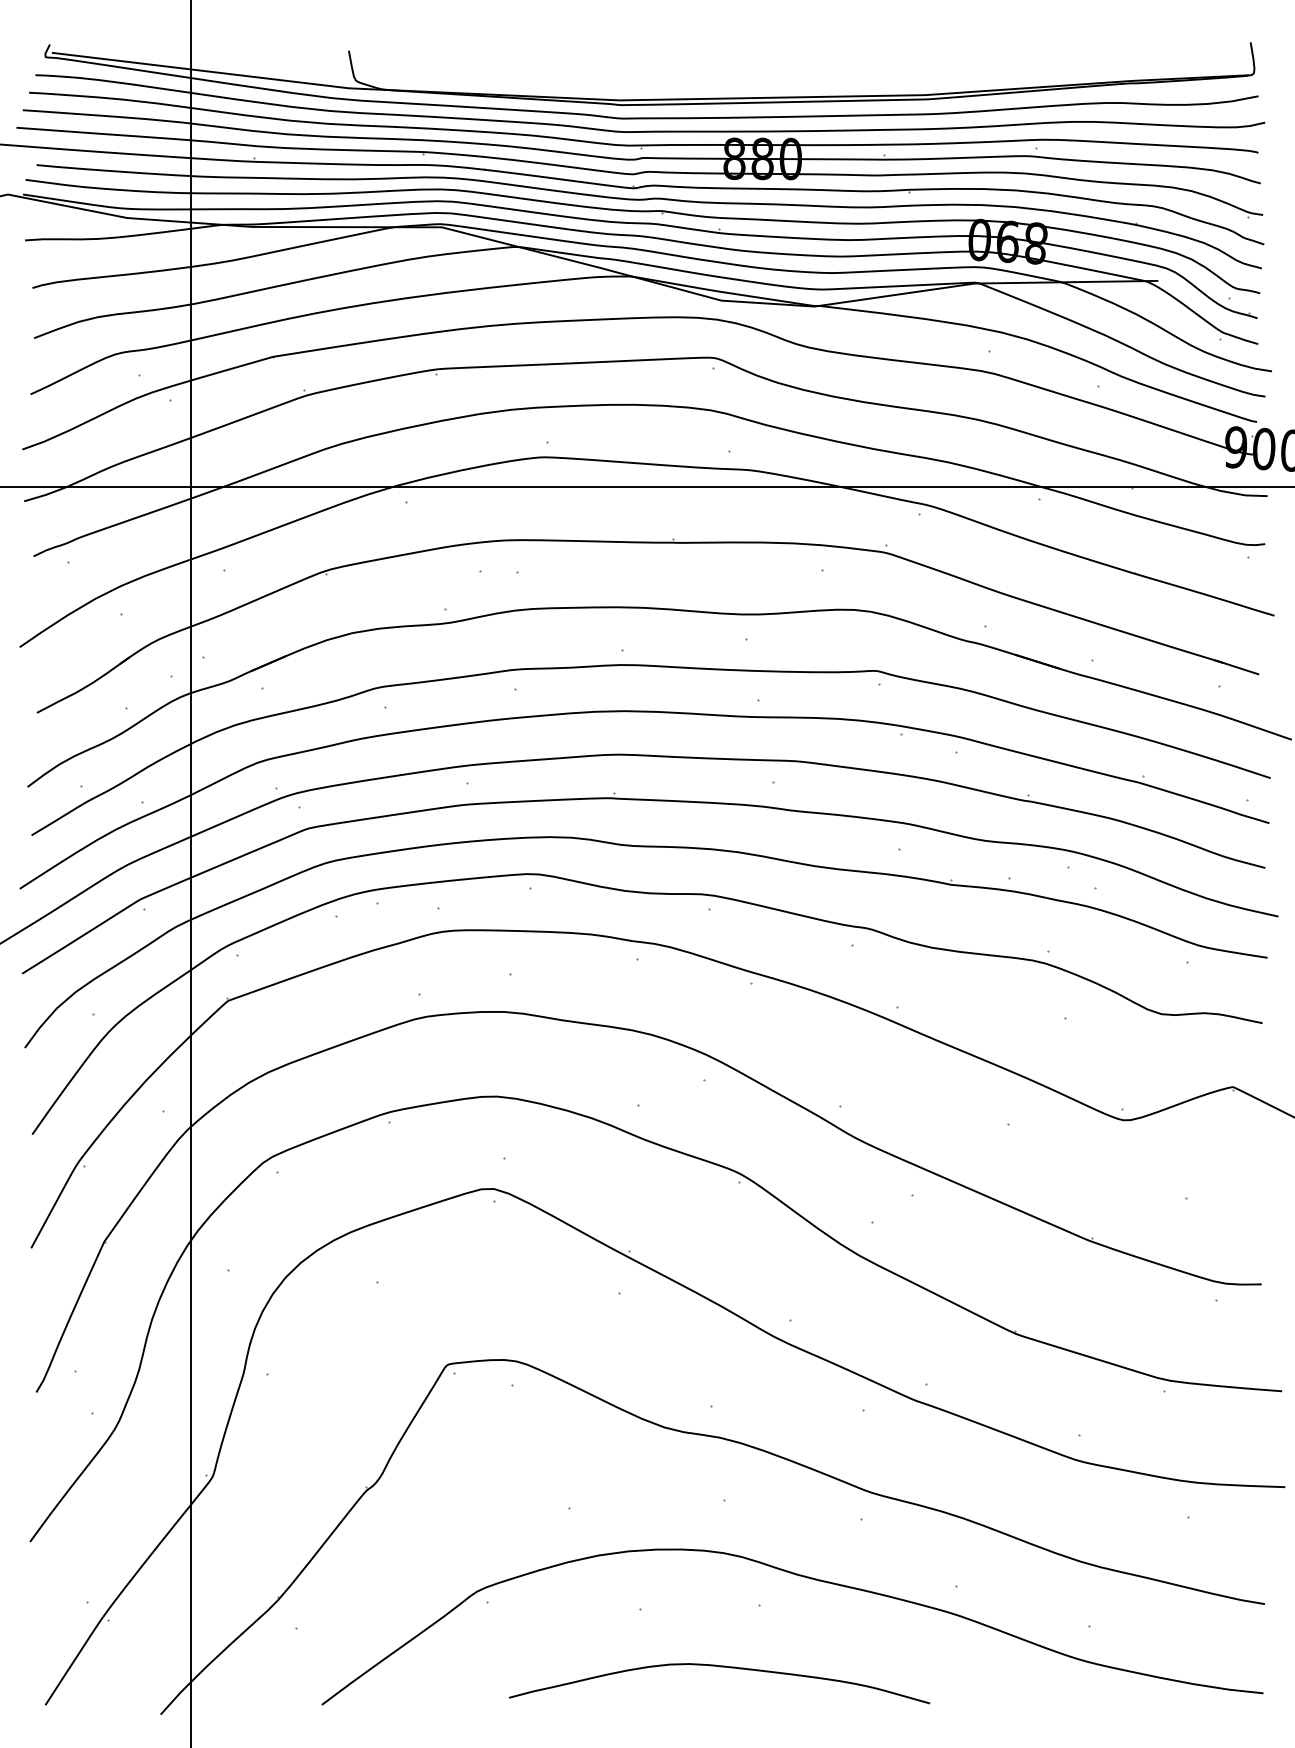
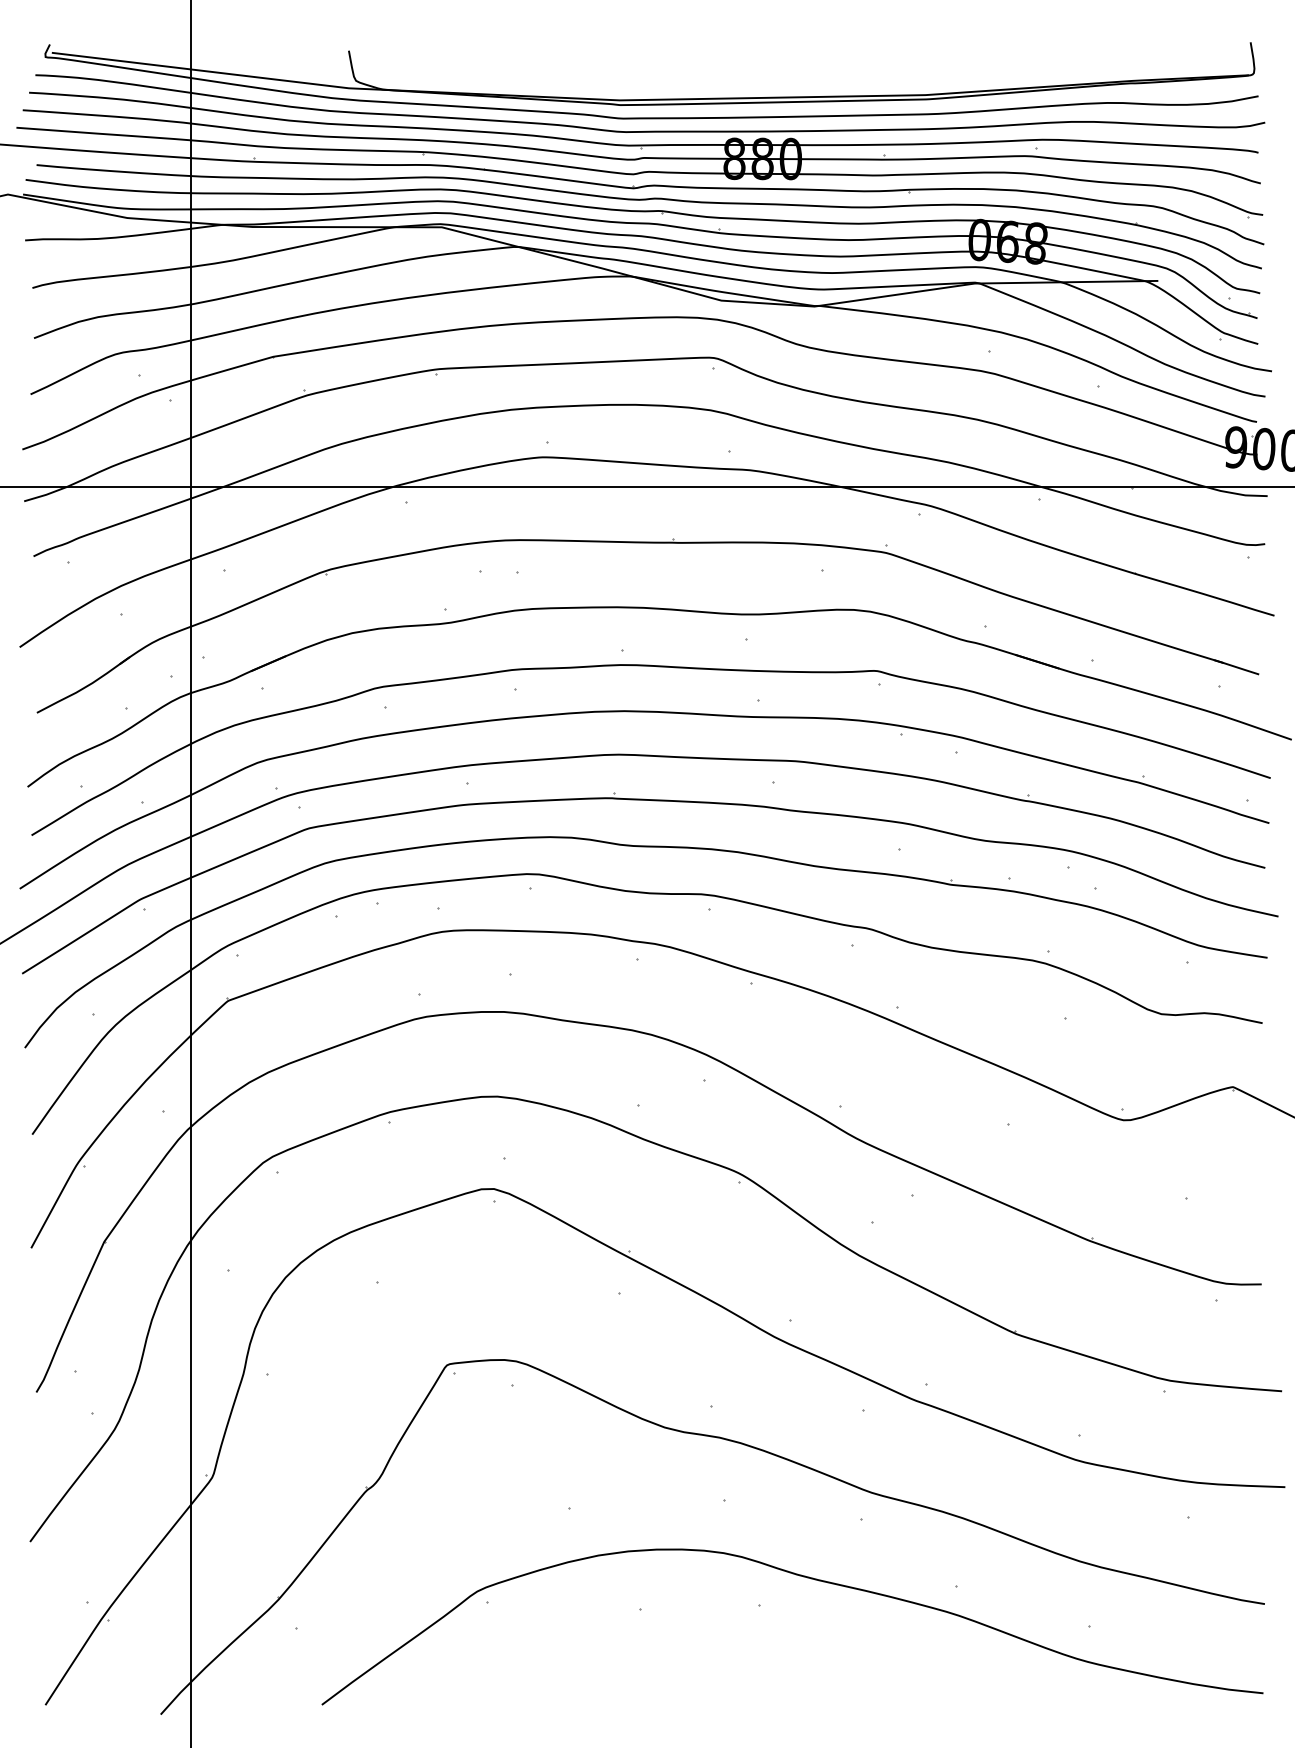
curve at (720, 1667): present -> none
